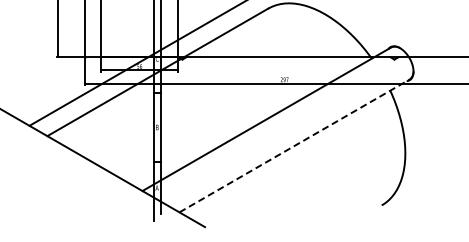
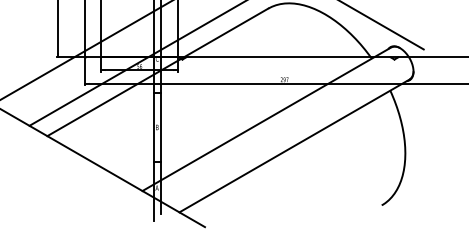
line at (382, 25): none -> present
line at (85, 50): none -> present
line at (294, 145): dashed -> solid
